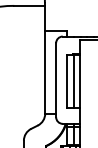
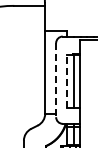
line at (56, 80): solid -> dashed
line at (67, 81): solid -> dashed
